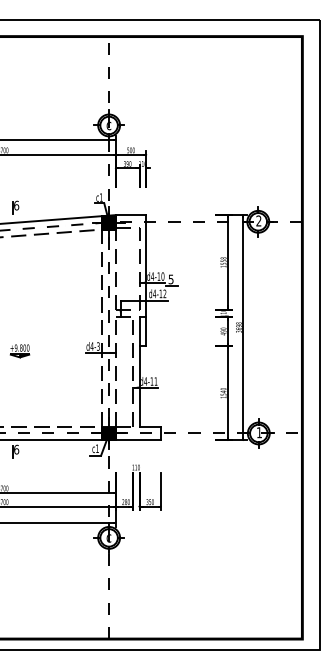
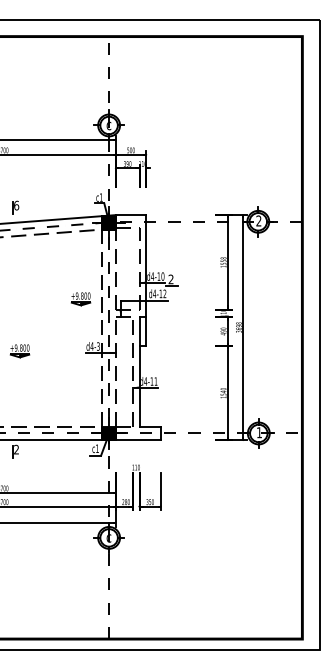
text at (170, 279): 5 -> 2
part at (80, 299): none -> present
text at (16, 449): 6 -> 2
